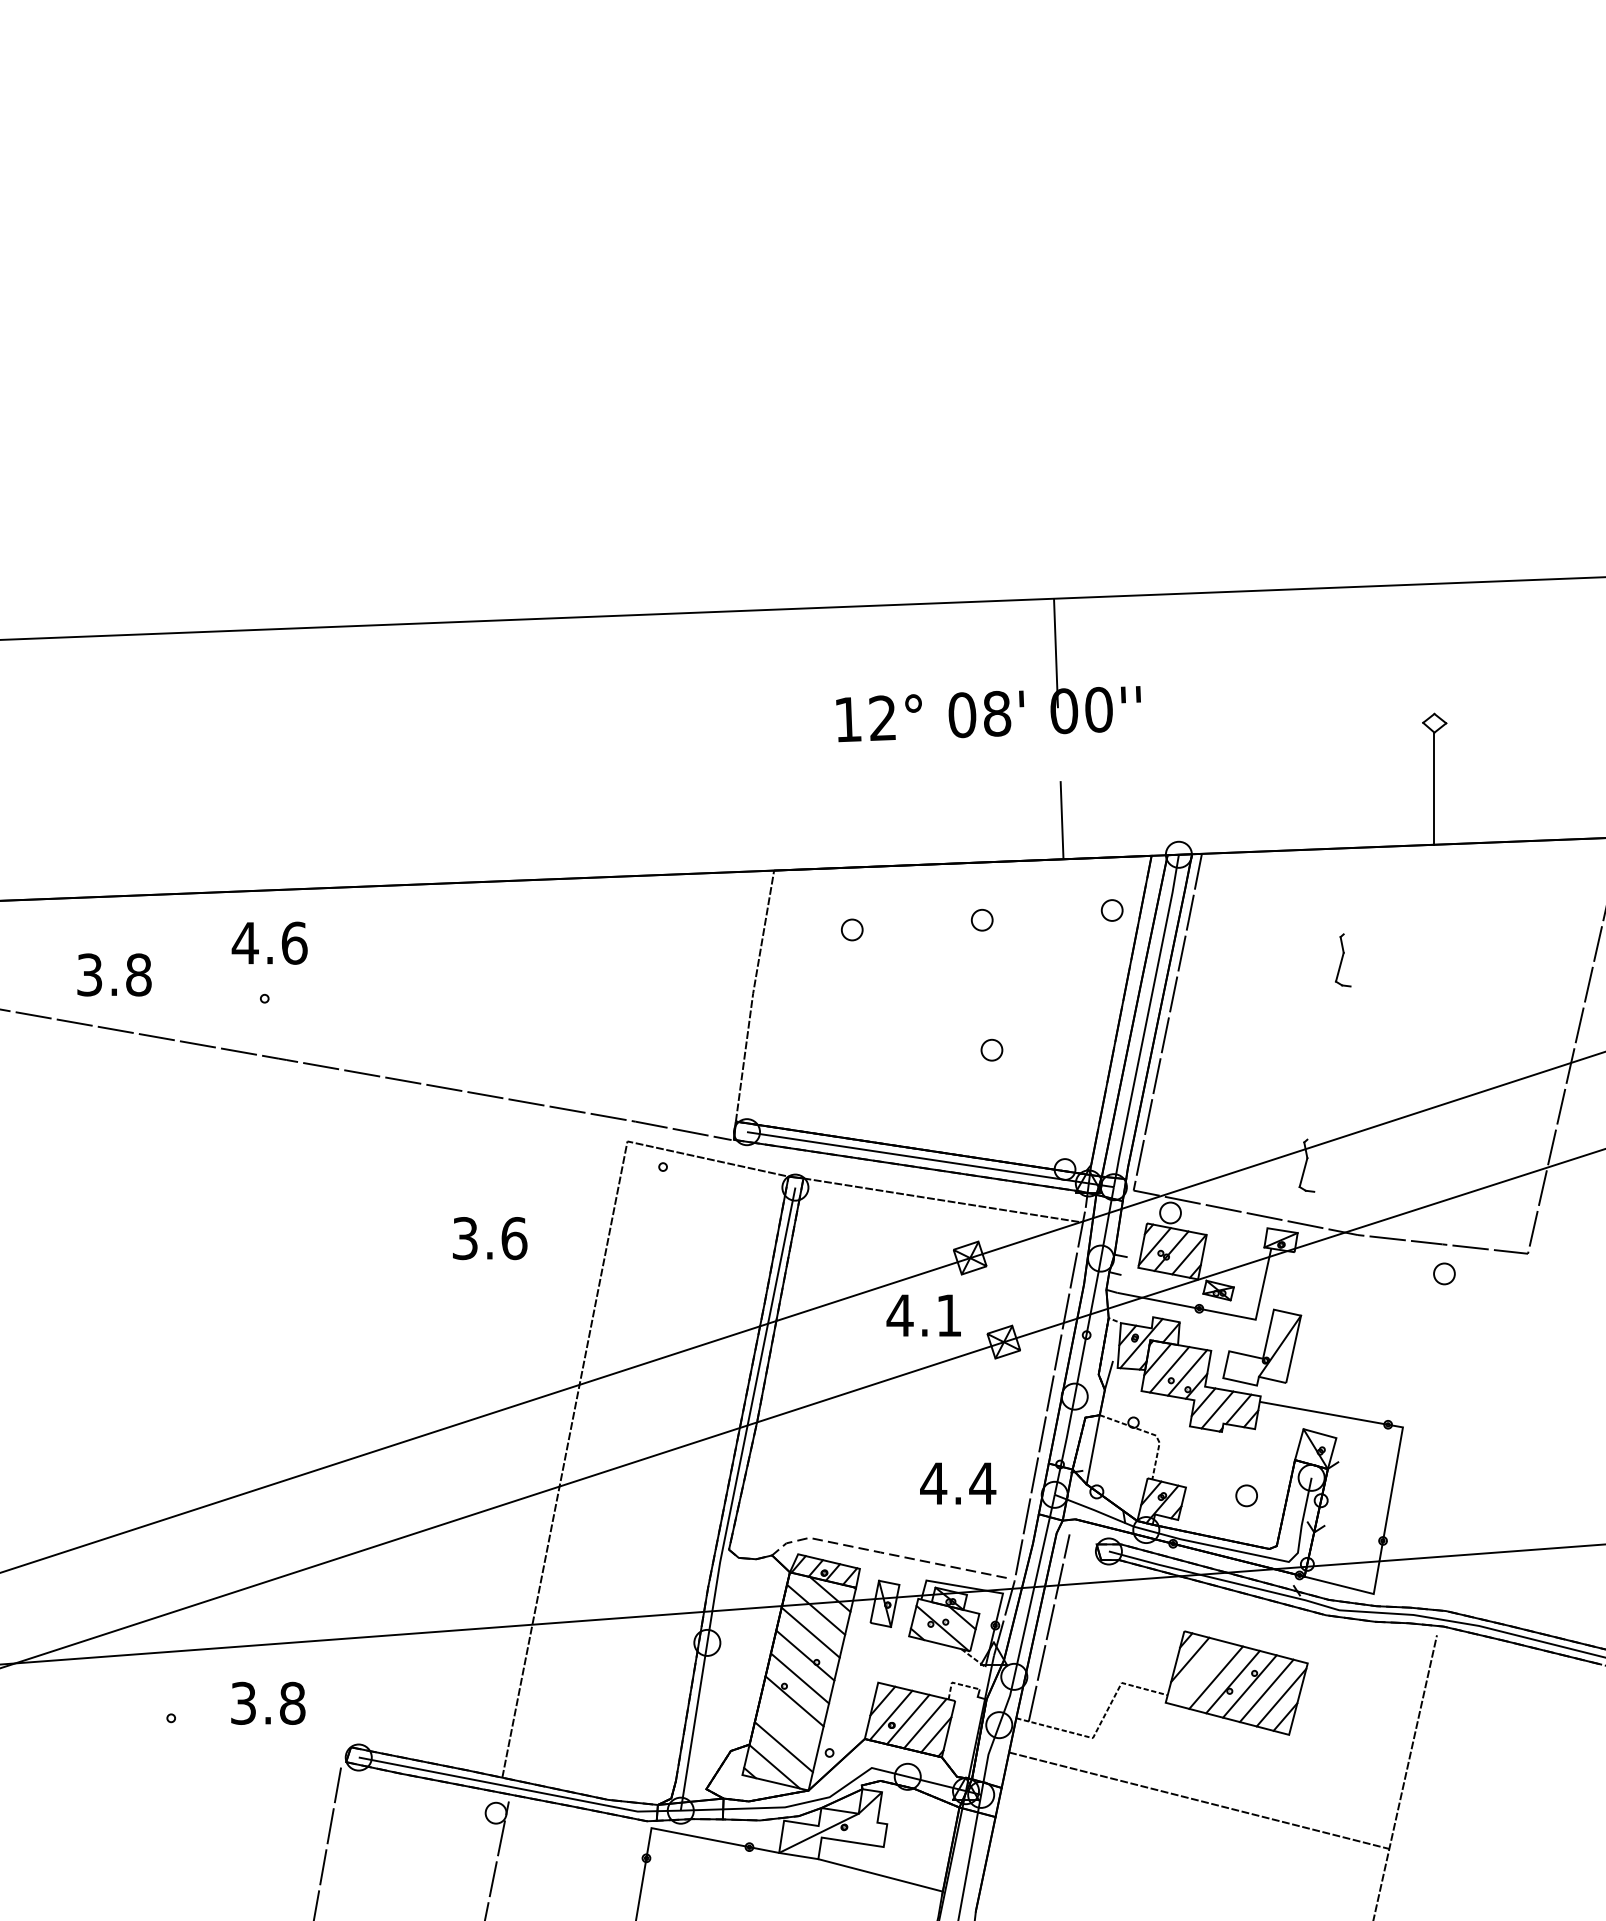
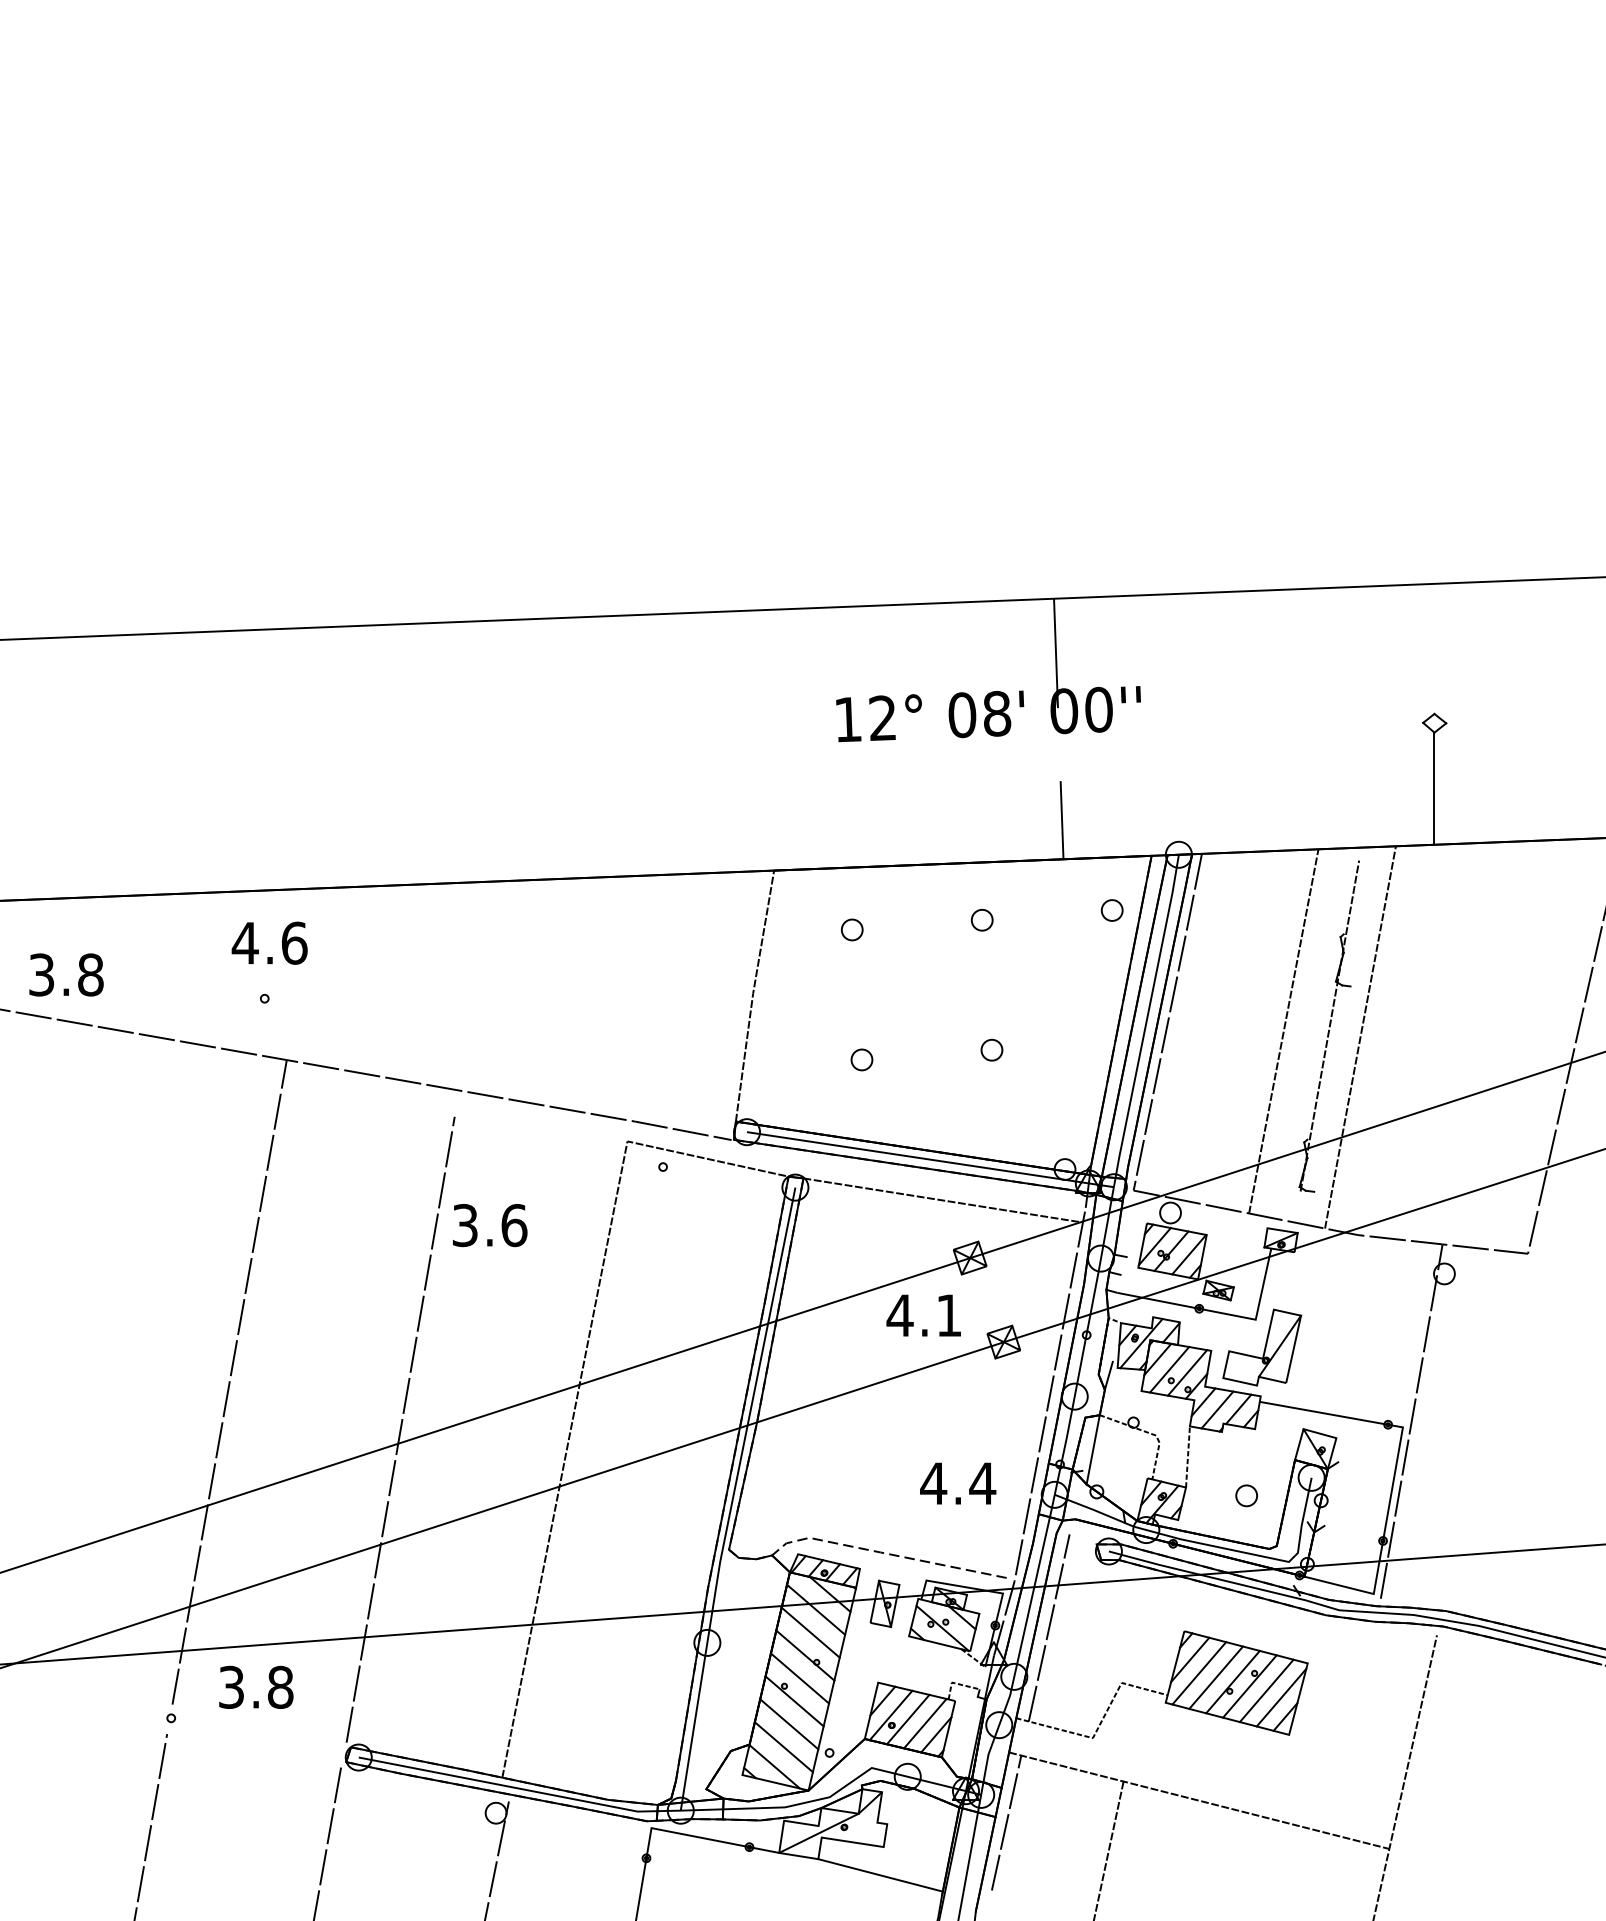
text at (114, 974) position: (114, 974) -> (66, 974)
line at (1329, 1025): none -> present
line at (1283, 1031): none -> present
line at (1360, 1037): none -> present
part at (861, 1059): none -> present
text at (490, 1238) position: (490, 1238) -> (490, 1225)
line at (229, 1382): none -> present
line at (1411, 1421): none -> present
line at (400, 1429): none -> present
line at (1187, 1456): none -> present
line at (1199, 1673): none -> present
text at (268, 1702) position: (268, 1702) -> (256, 1686)
line at (789, 1724): none -> present
line at (1006, 1822): none -> present
line at (151, 1825): none -> present
line at (1108, 1849): none -> present
